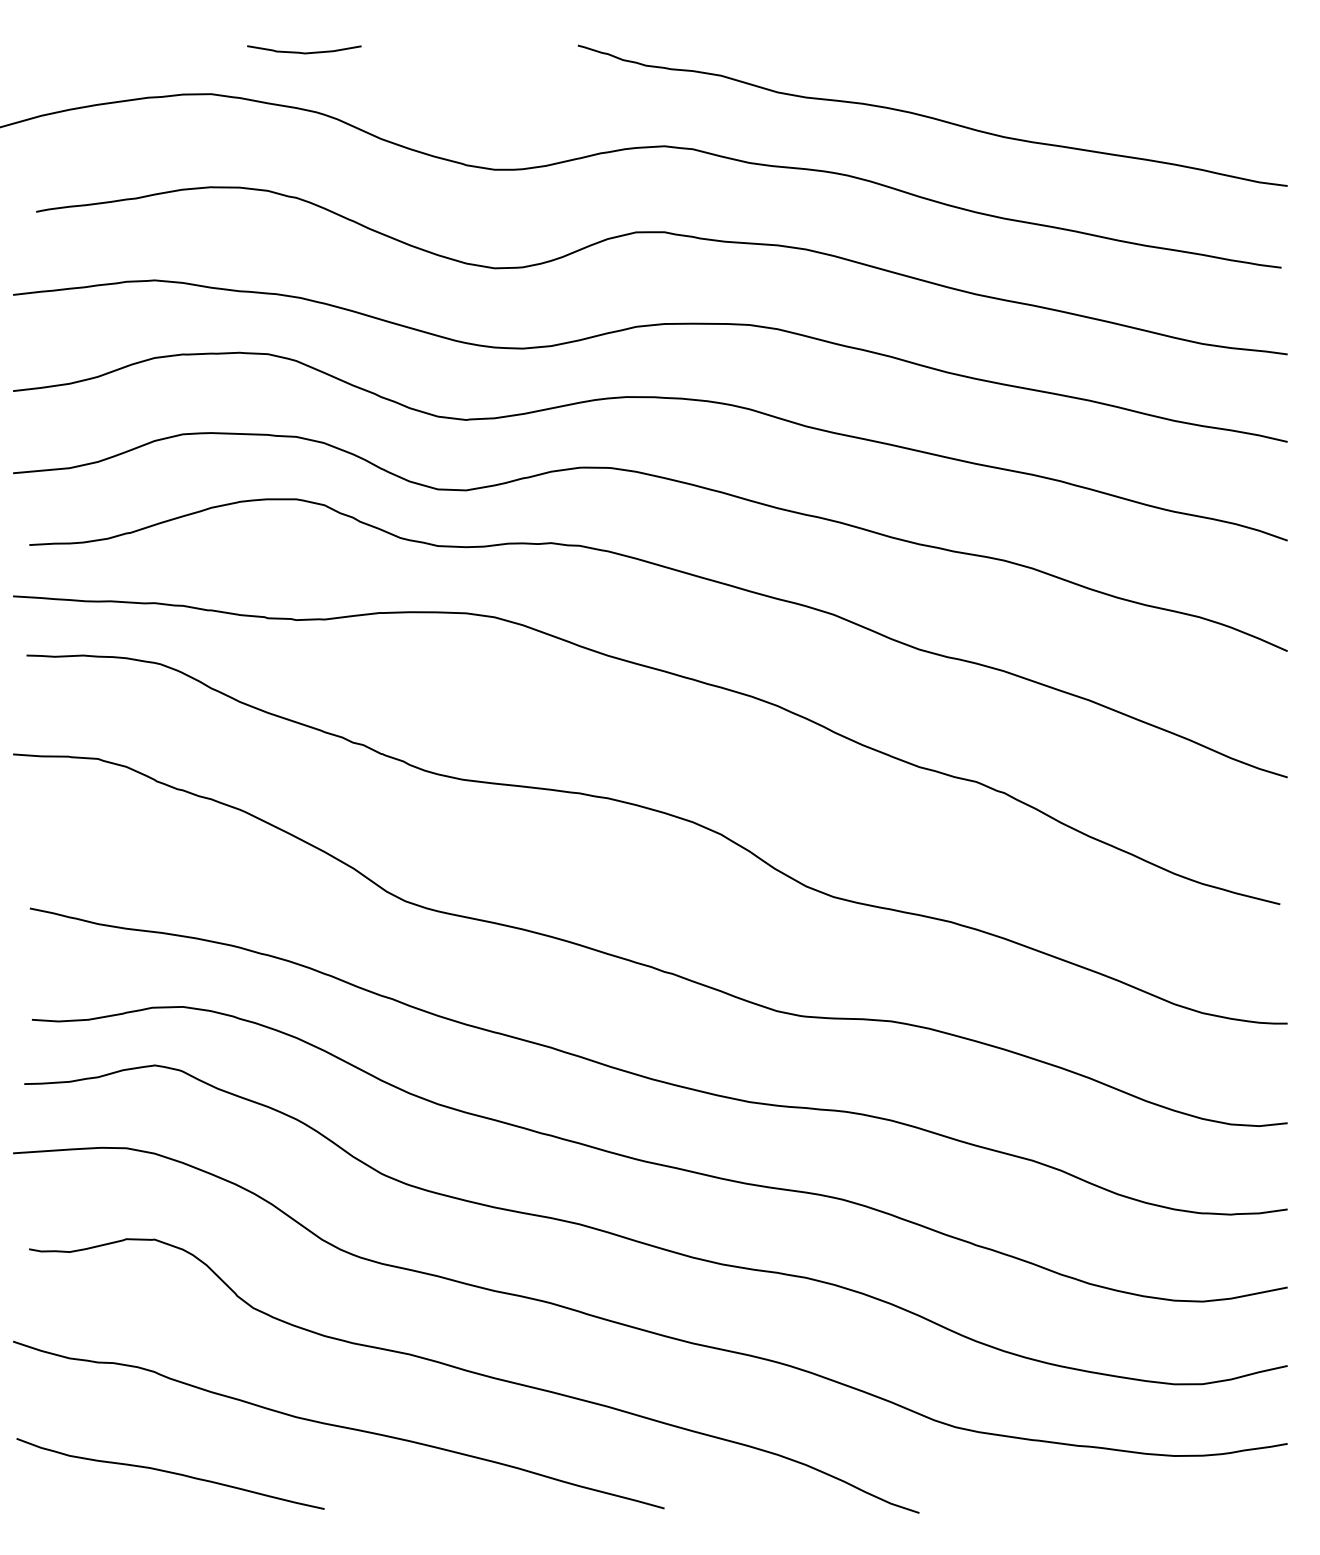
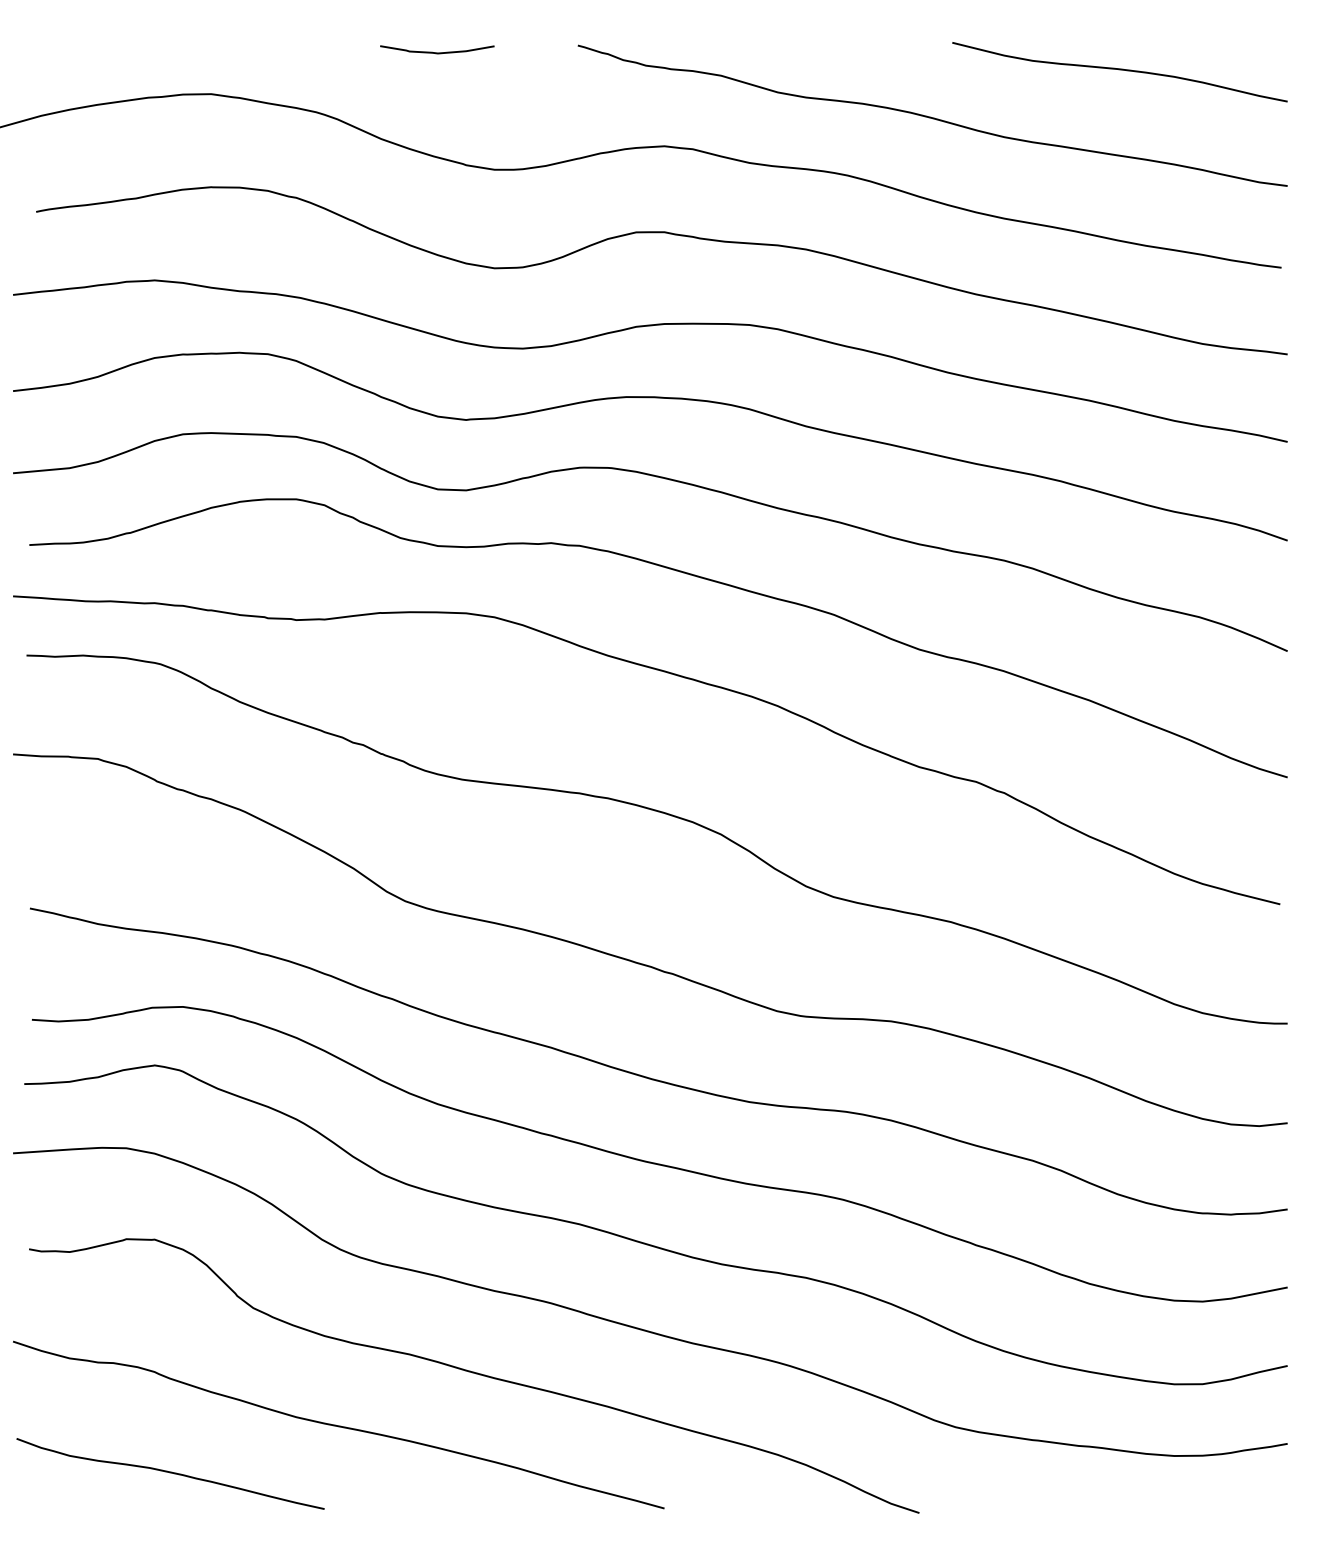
curve at (304, 52) position: (304, 52) -> (437, 52)
curve at (1119, 70): none -> present
